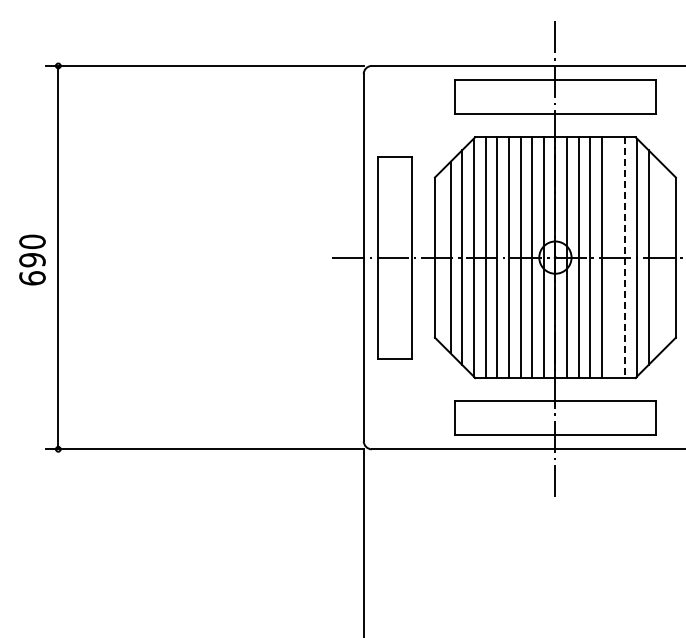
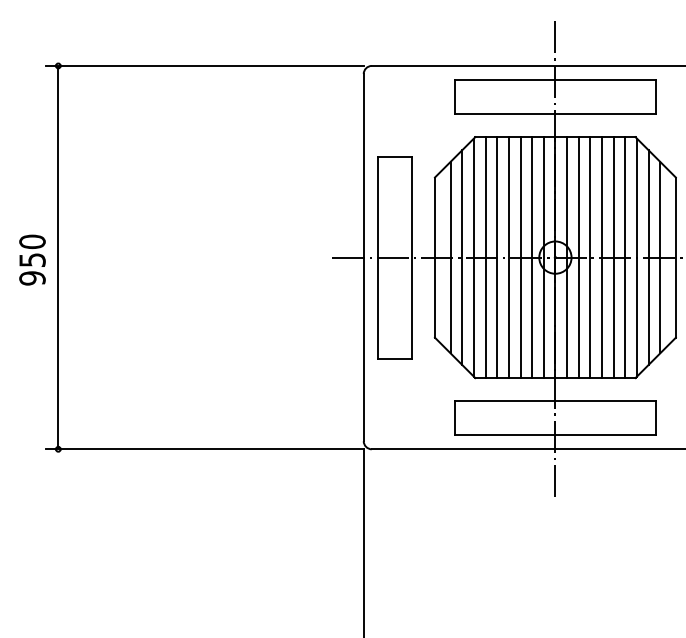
line at (613, 257): none -> present
line at (660, 257): none -> present
line at (625, 258): dashed -> solid
text at (32, 269): 690 -> 950
